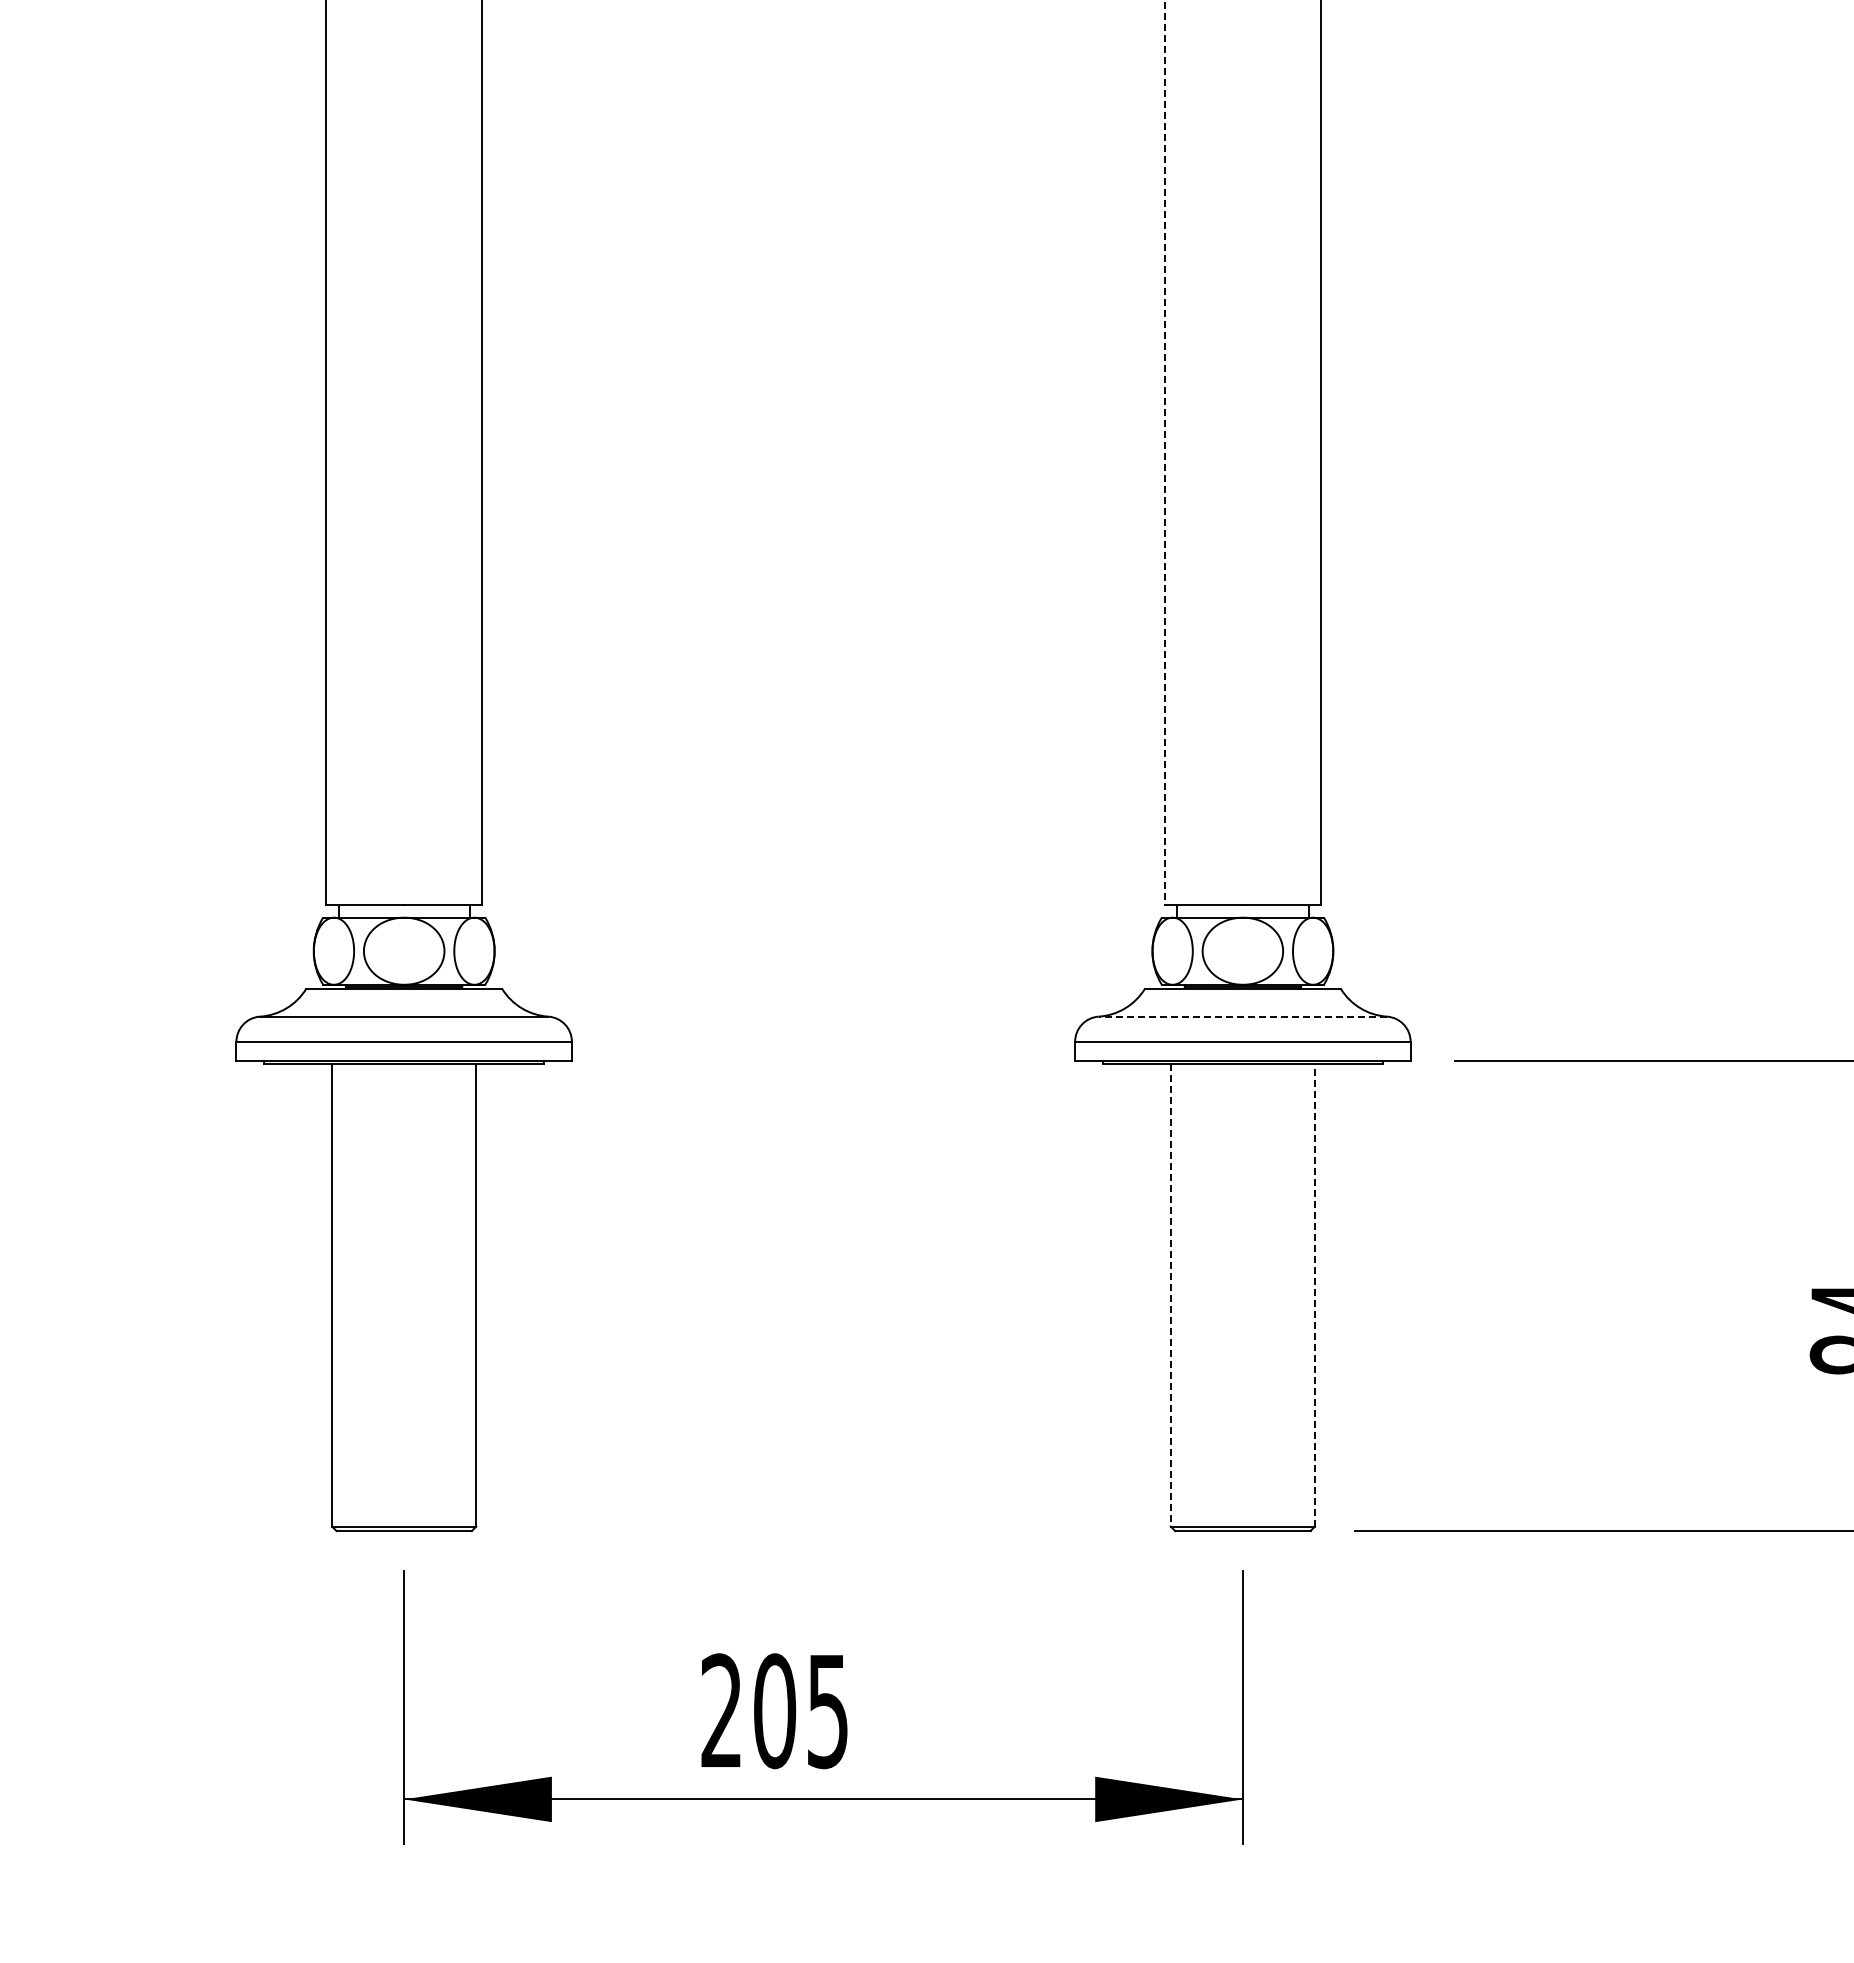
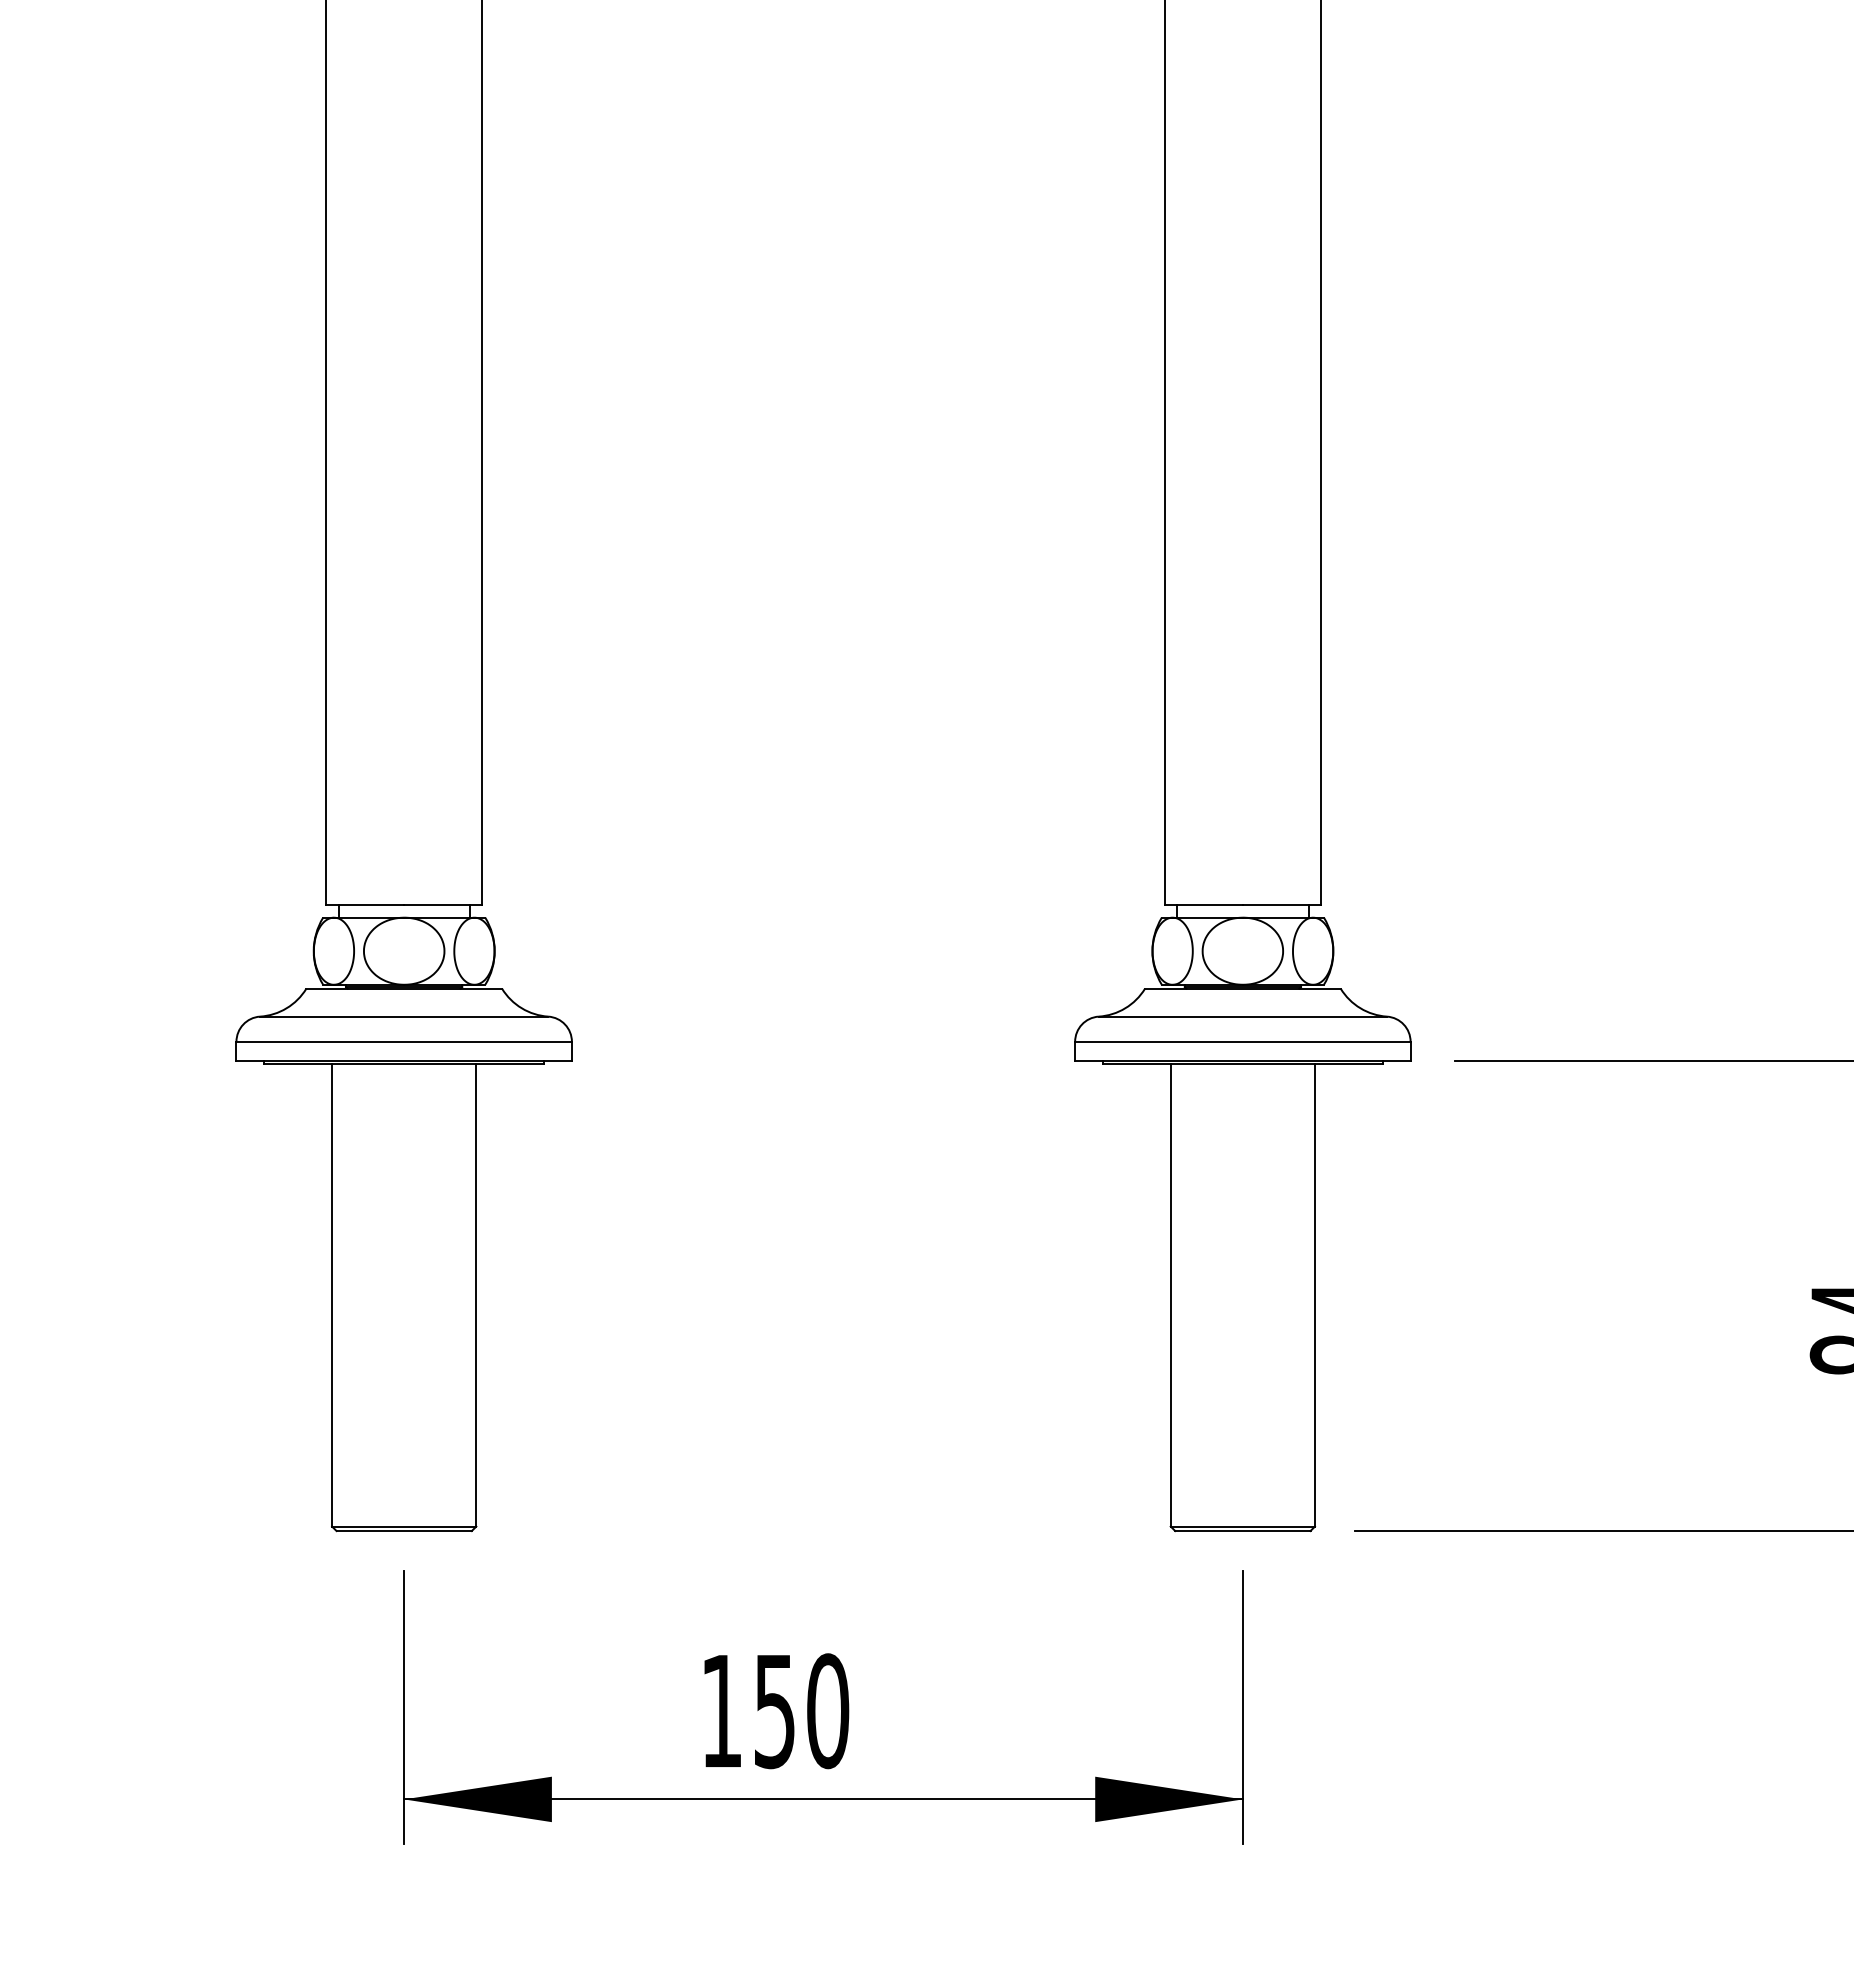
line at (1164, 452): dashed -> solid
line at (1242, 1016): dashed -> solid
line at (1315, 1294): dashed -> solid
line at (1170, 1295): dashed -> solid
text at (775, 1711): 205 -> 150
